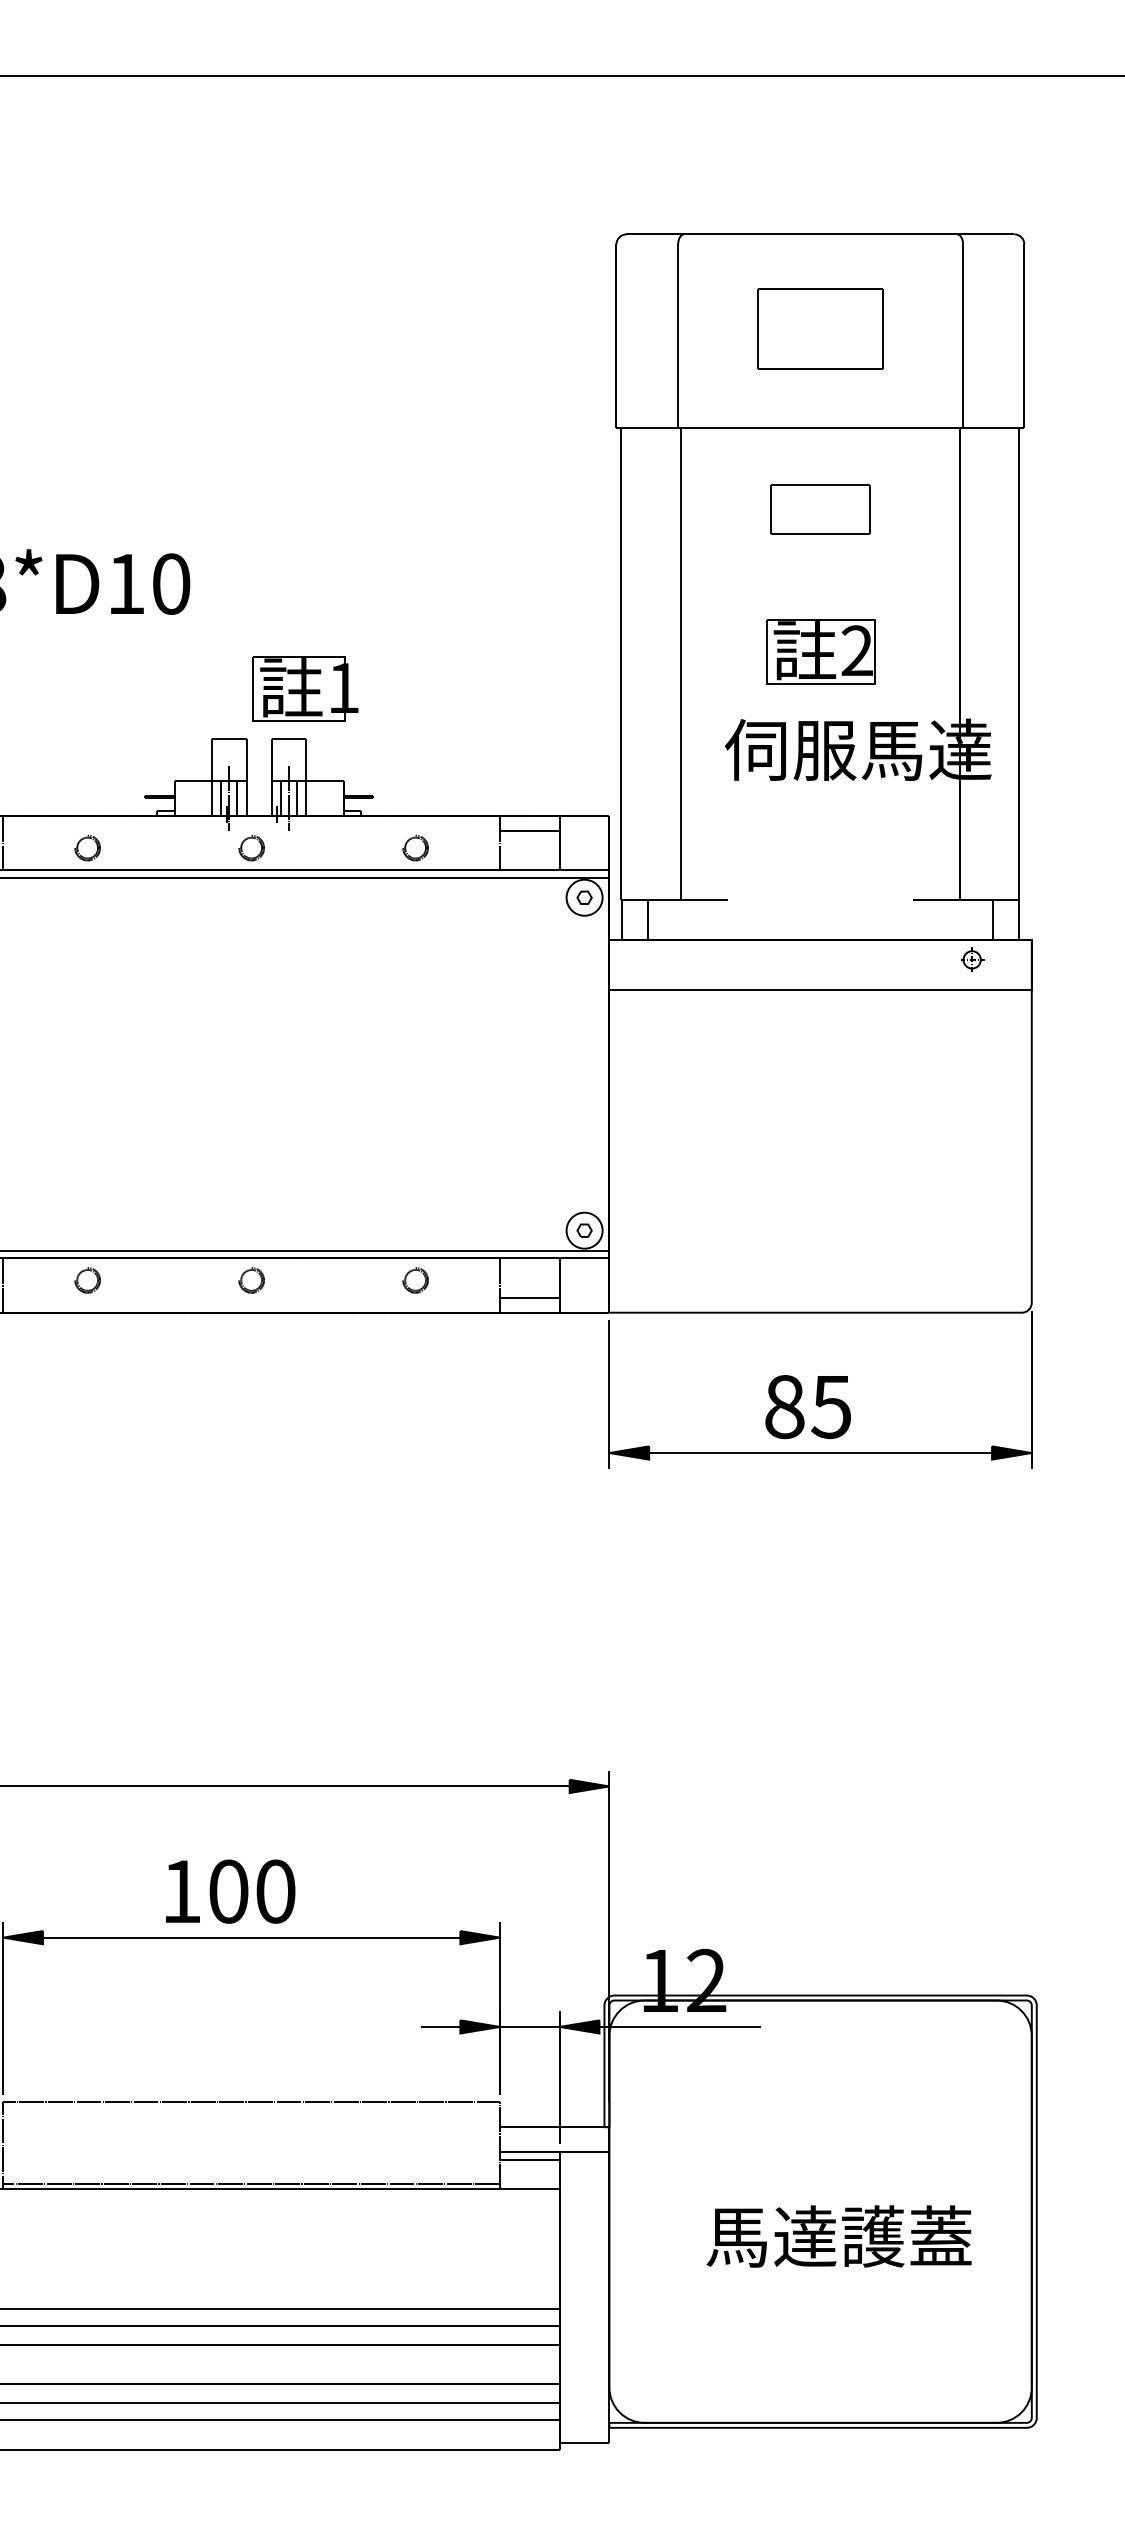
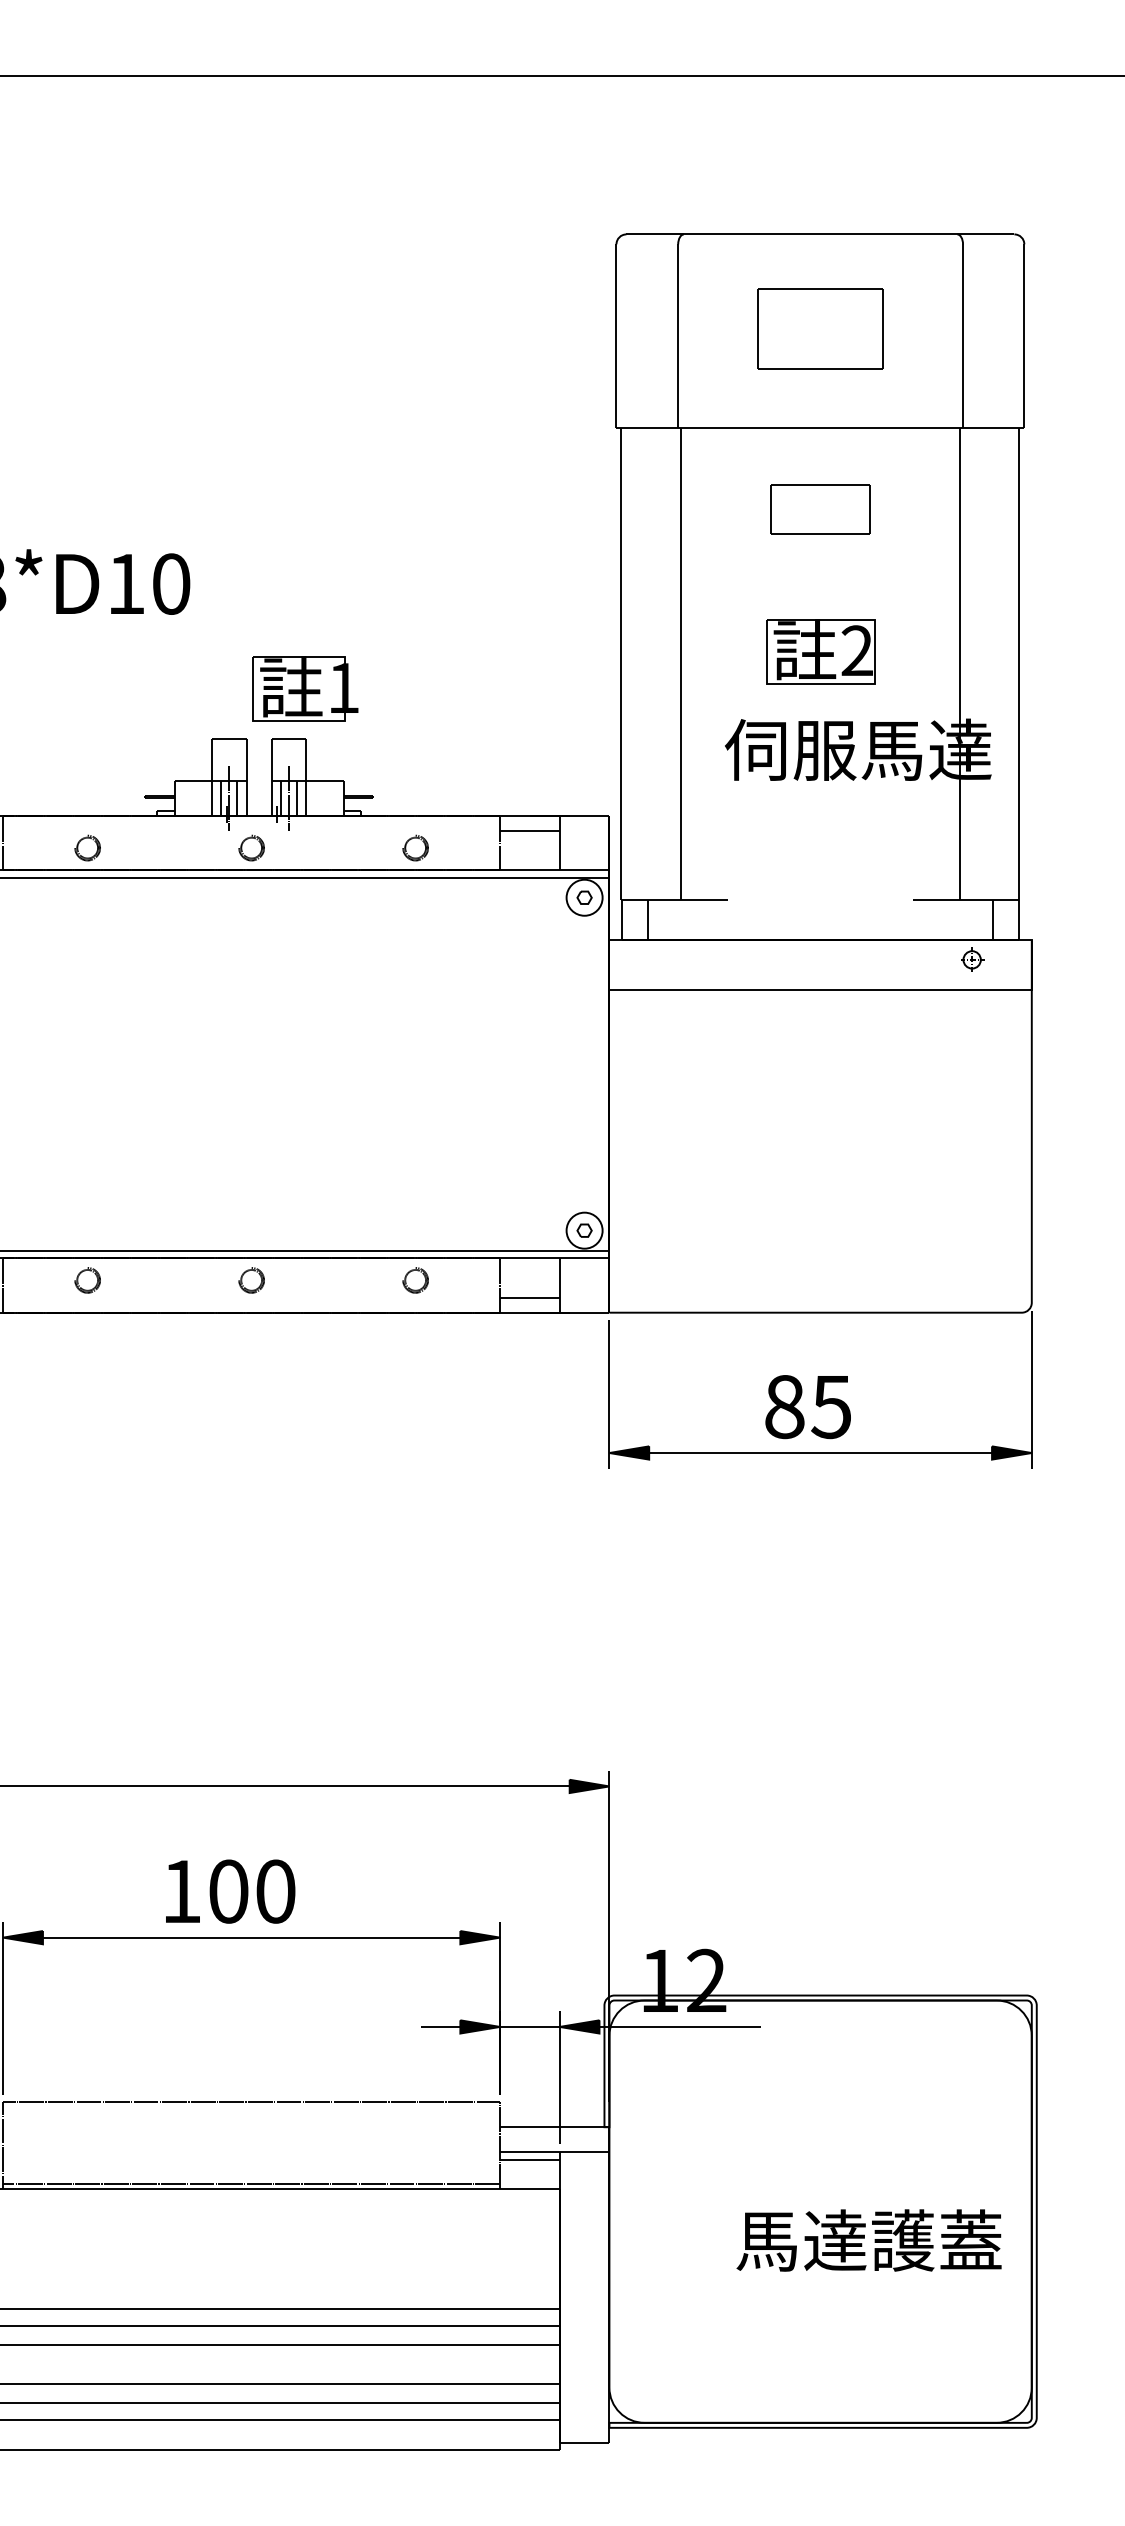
text at (838, 2236) position: (838, 2236) -> (868, 2240)
